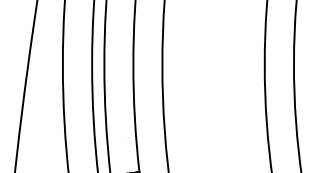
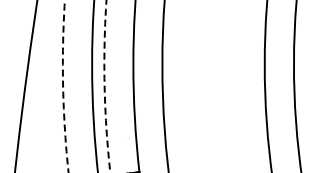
arc at (104, 86): solid -> dashed
arc at (63, 87): solid -> dashed
